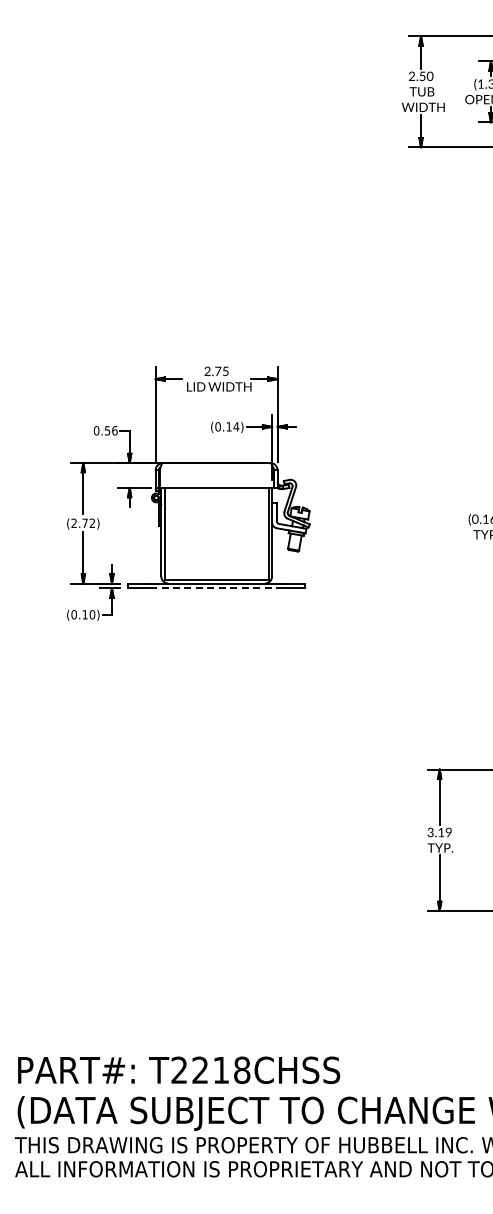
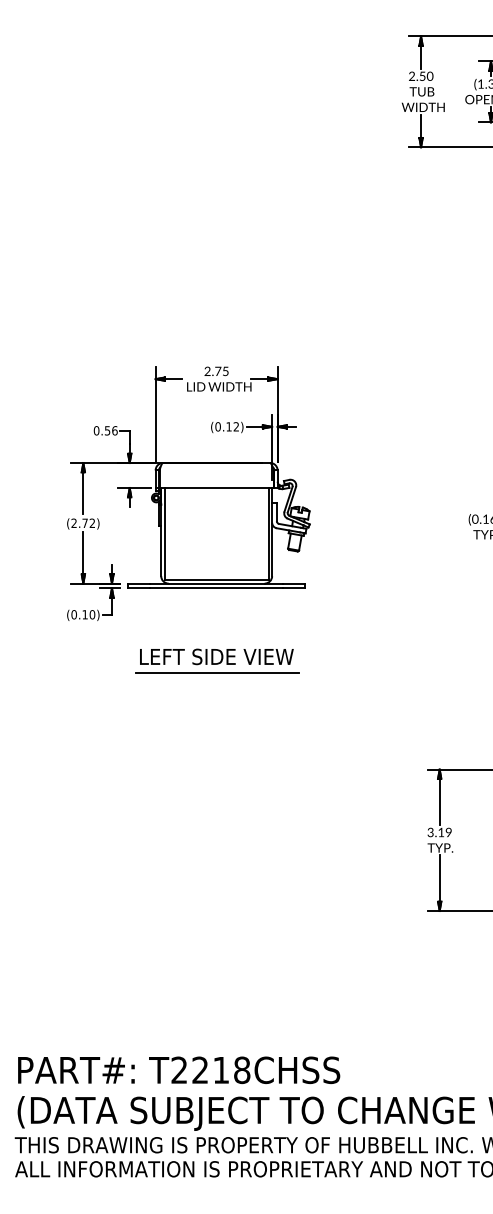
text at (236, 426): (0.14) -> (0.12)
line at (216, 588): dashed -> solid
part at (217, 660): none -> present
